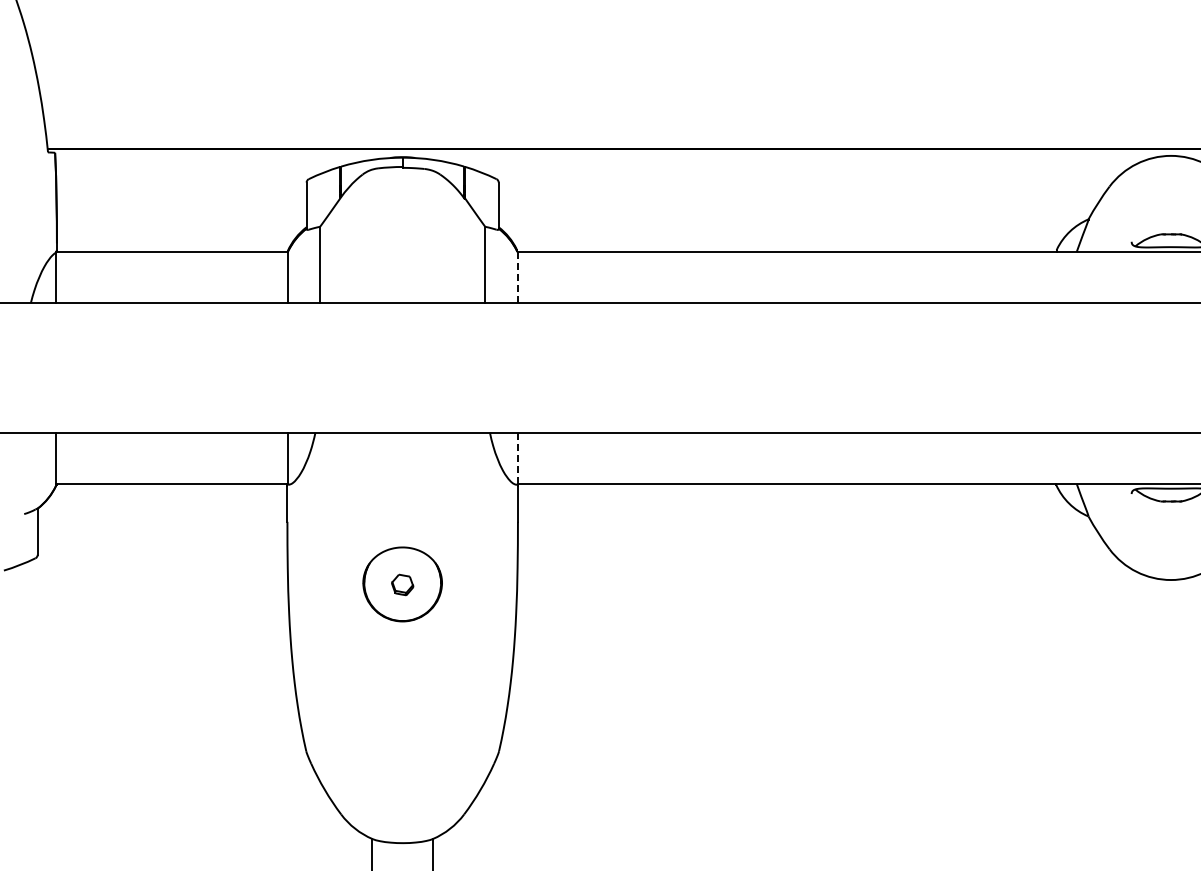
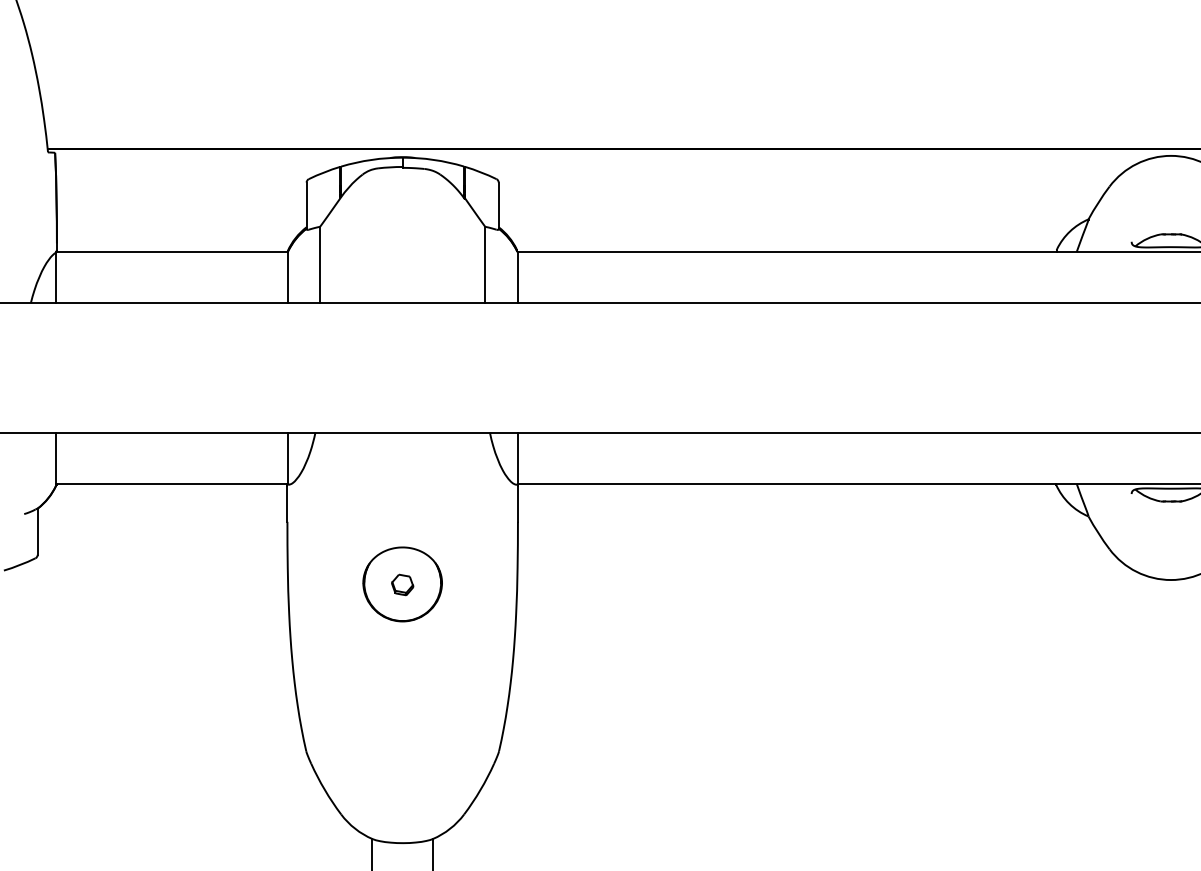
line at (517, 277): dashed -> solid
line at (517, 458): dashed -> solid
